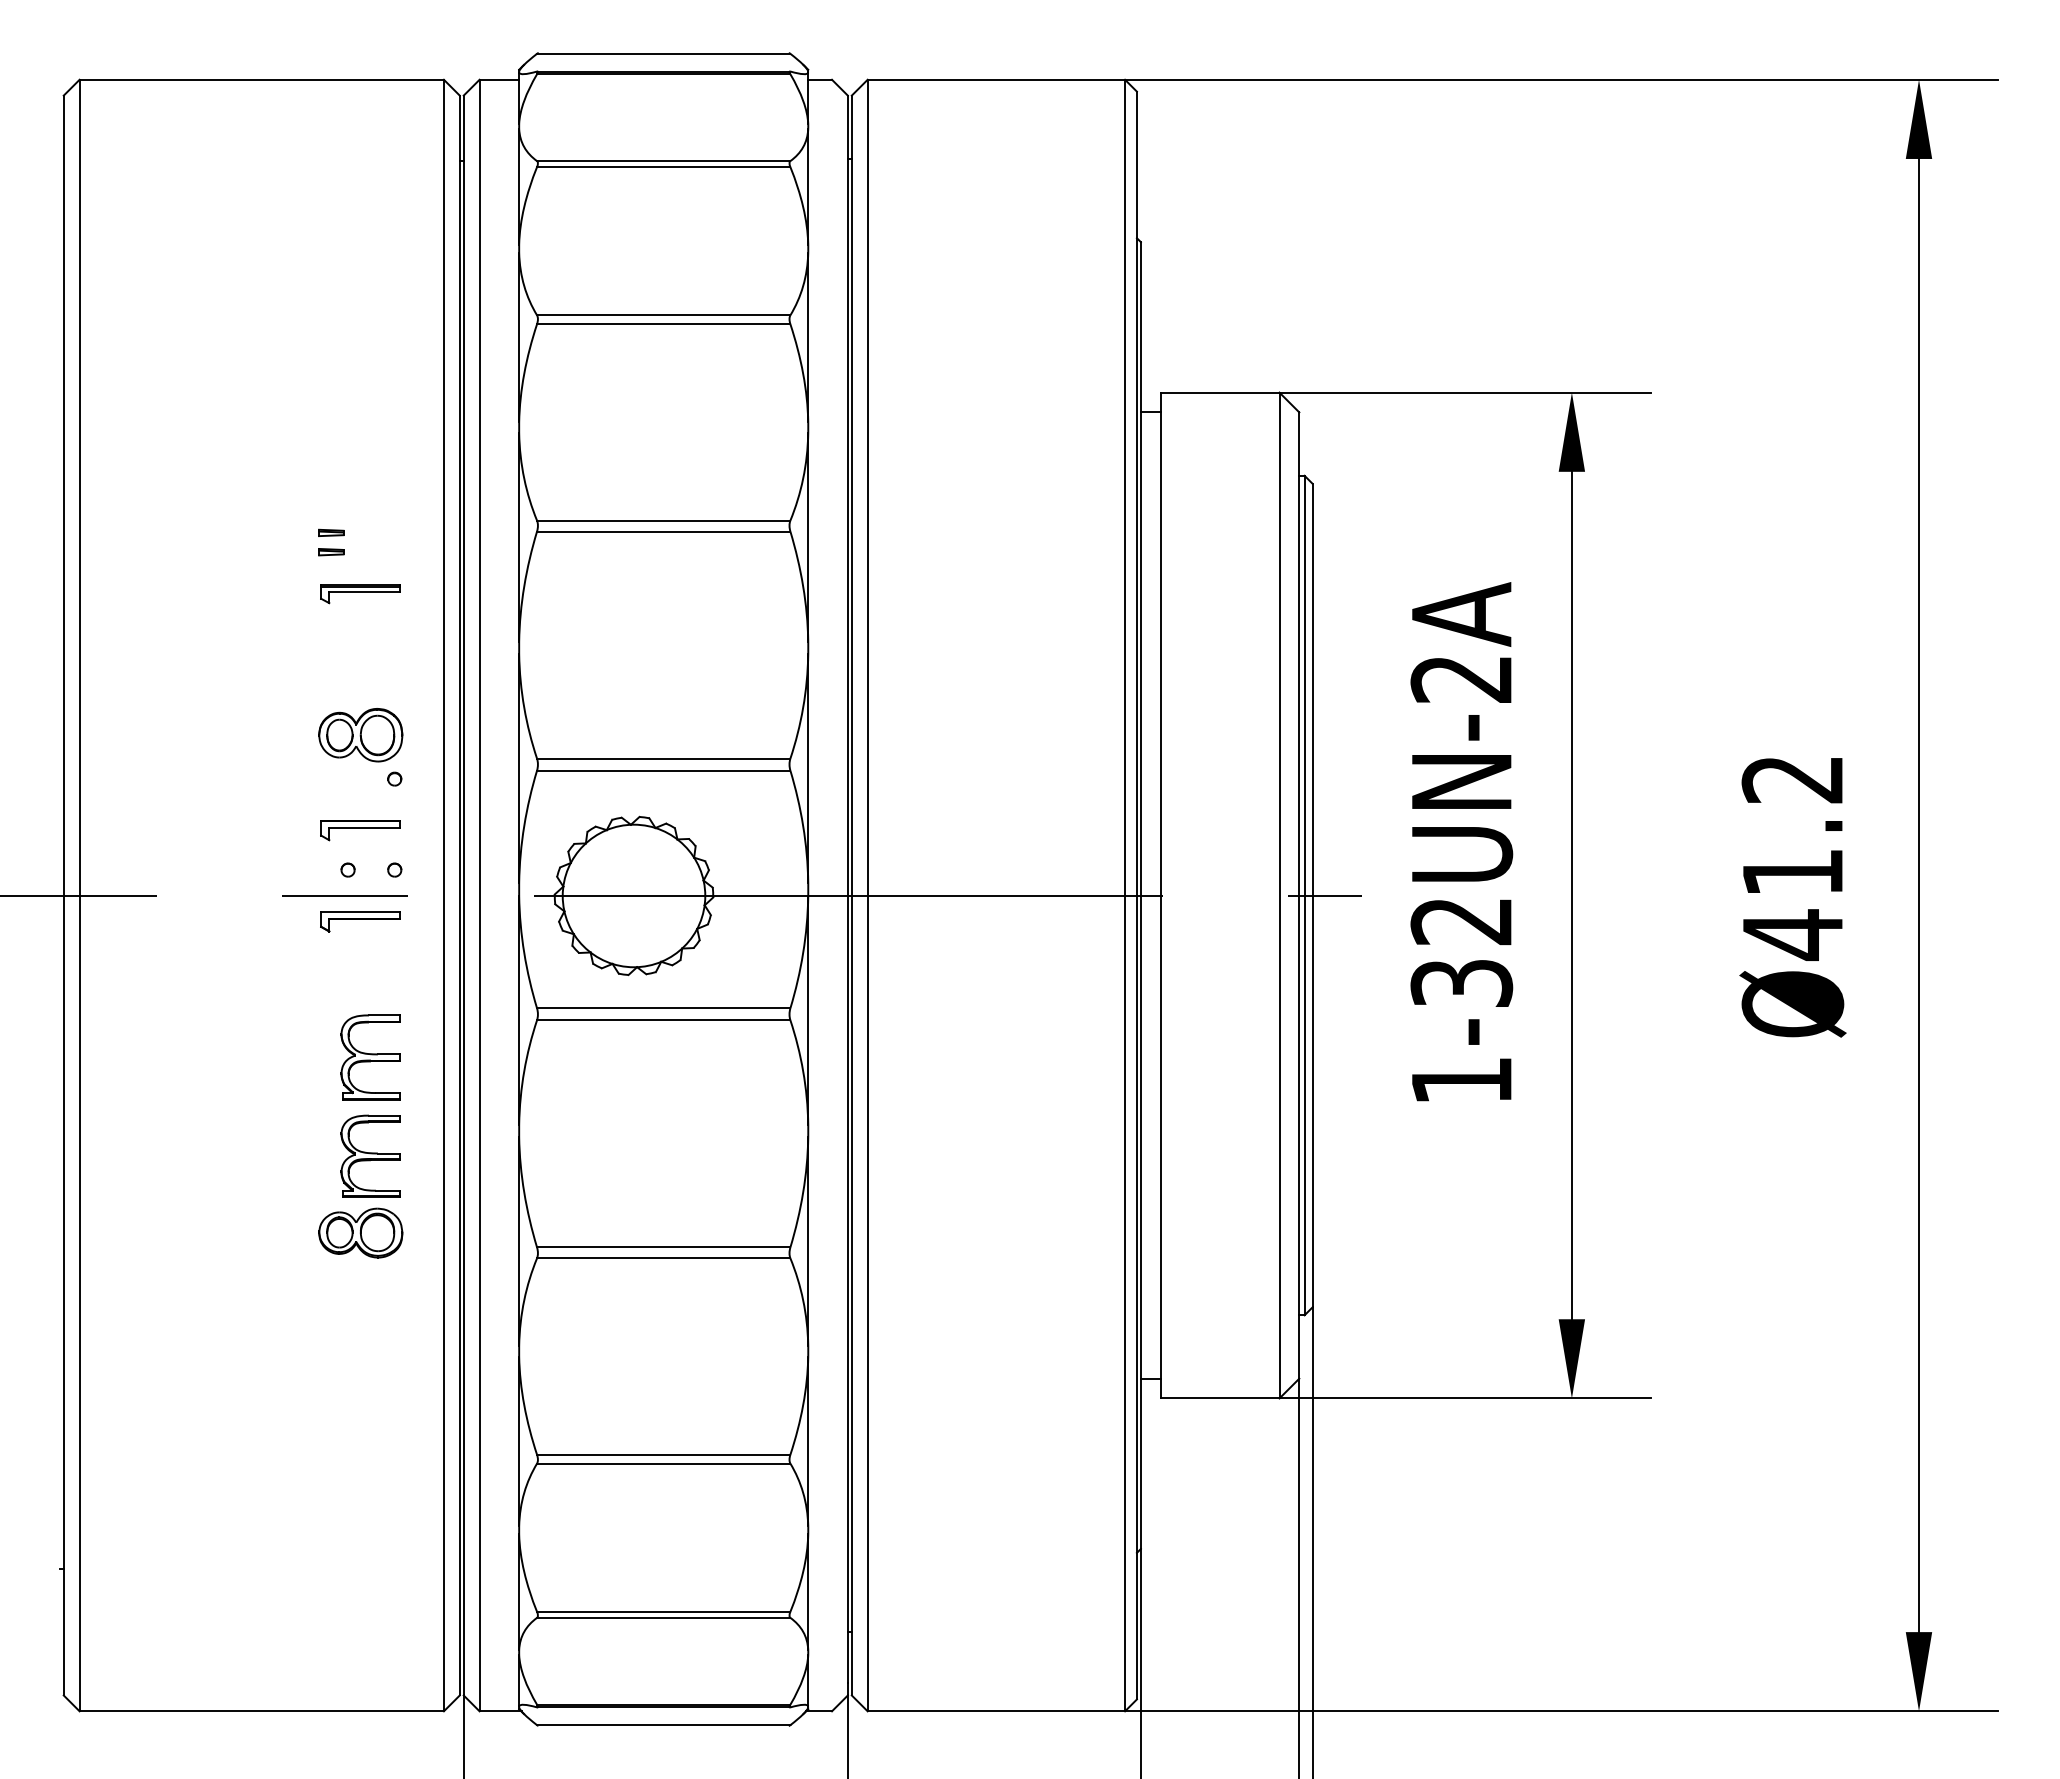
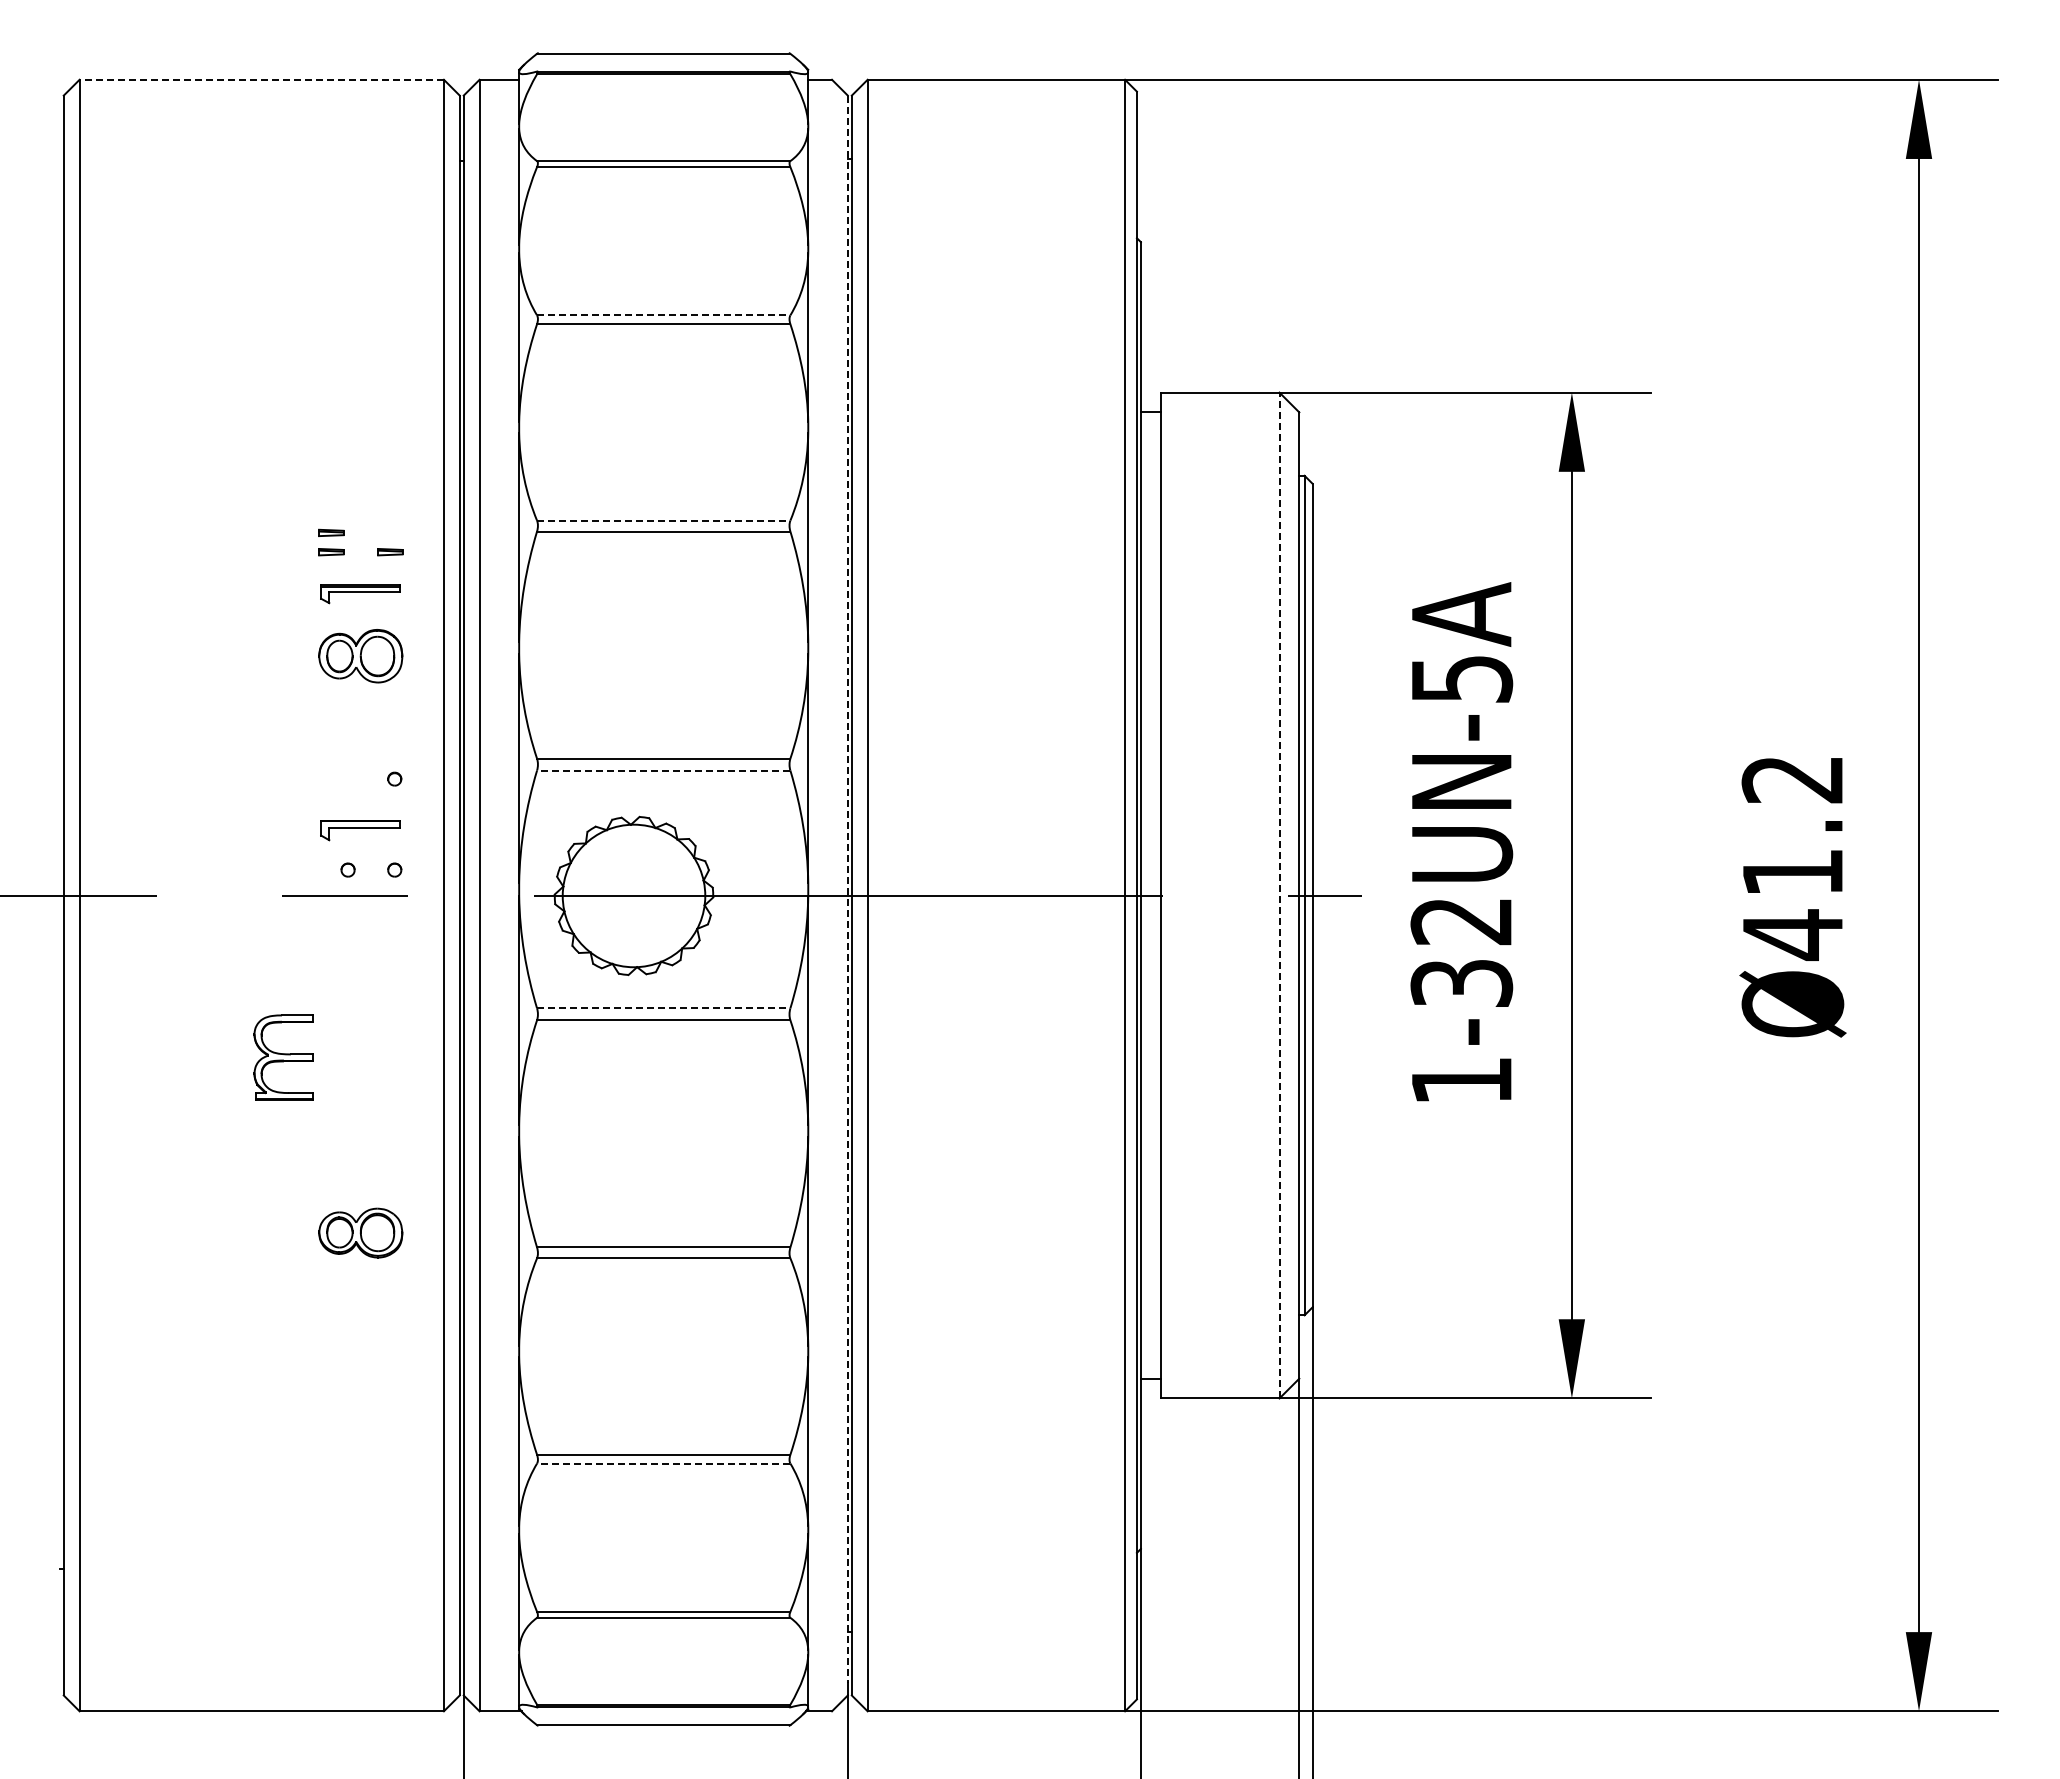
line at (261, 79): solid -> dashed
line at (663, 315): solid -> dashed
line at (663, 520): solid -> dashed
part at (390, 552): none -> present
text at (1461, 679): 1-32UN-2A -> 1-32UN-5A
part at (360, 735) position: (360, 735) -> (360, 656)
line at (663, 770): solid -> dashed
line at (847, 889): solid -> dashed
line at (1279, 895): solid -> dashed
part at (360, 921): present -> none
line at (663, 1008): solid -> dashed
part at (370, 1057) position: (370, 1057) -> (283, 1057)
part at (370, 1155): present -> none
line at (663, 1463): solid -> dashed
